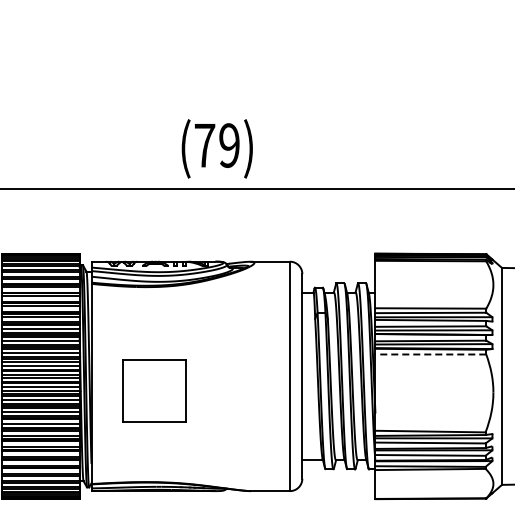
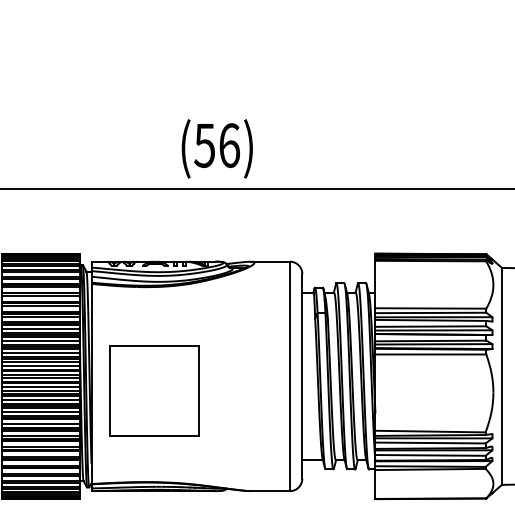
text at (216, 145): (79) -> (56)
line at (430, 354): dashed -> solid
part at (154, 390) size: 65x64 px -> 91x92 px
